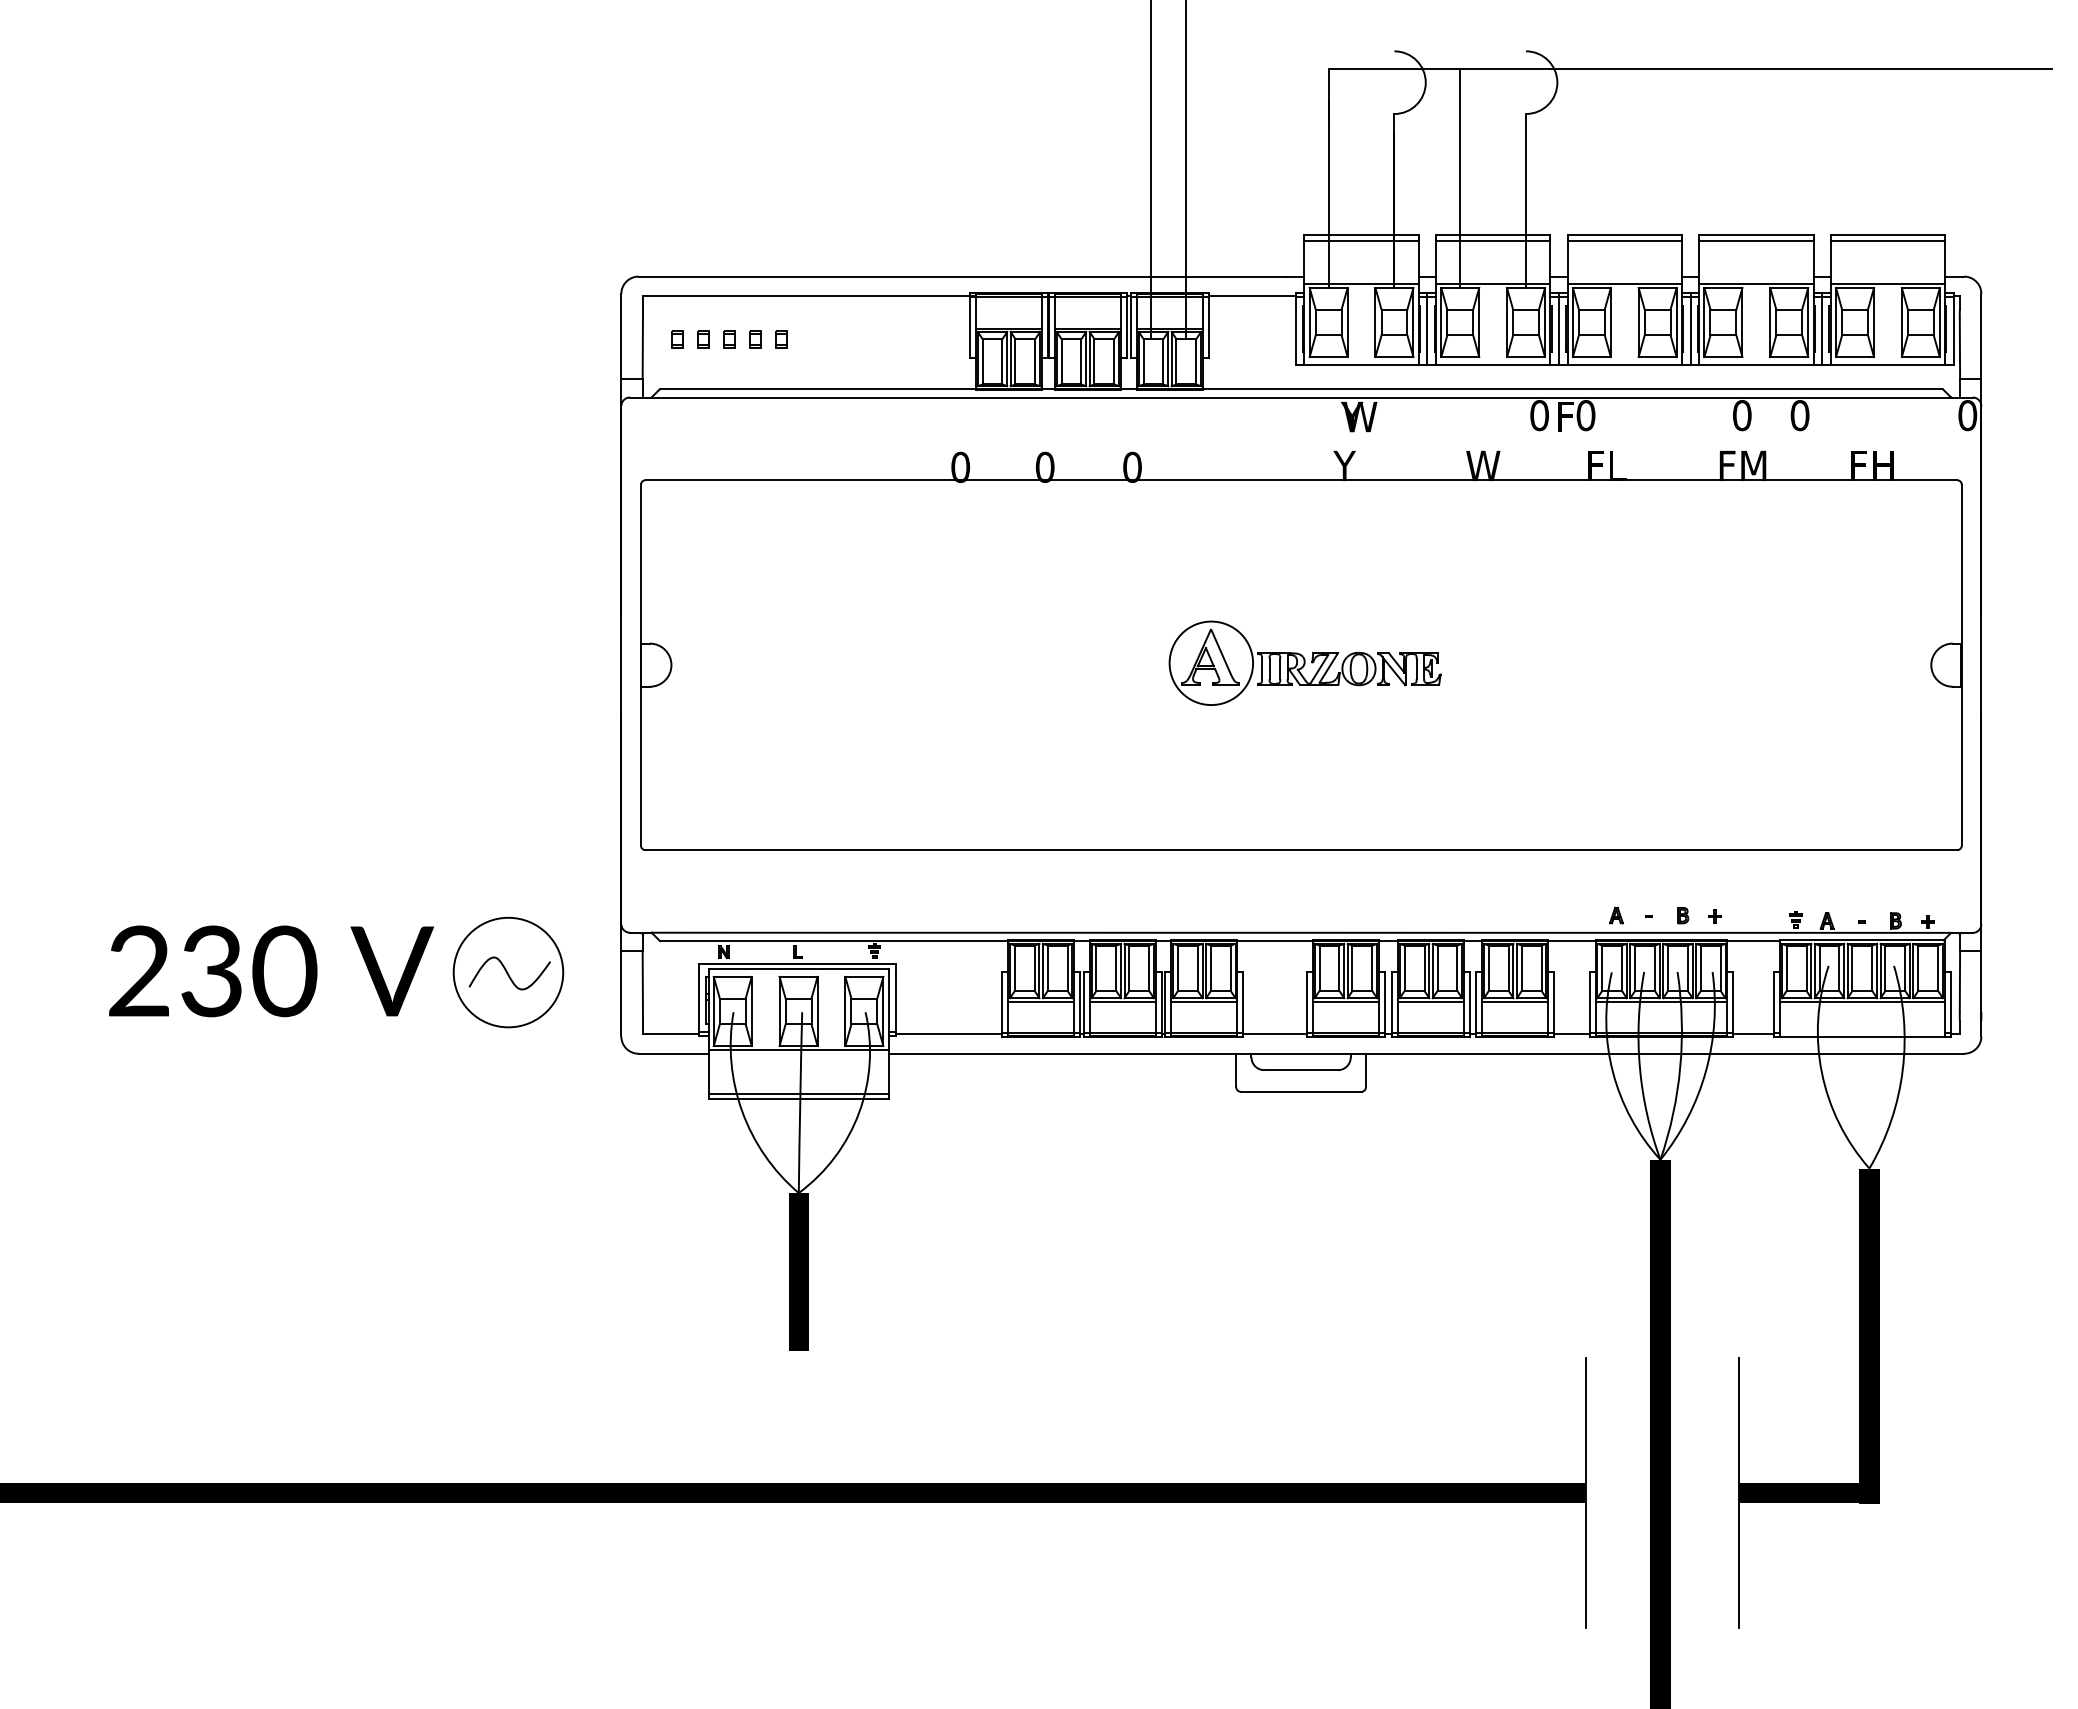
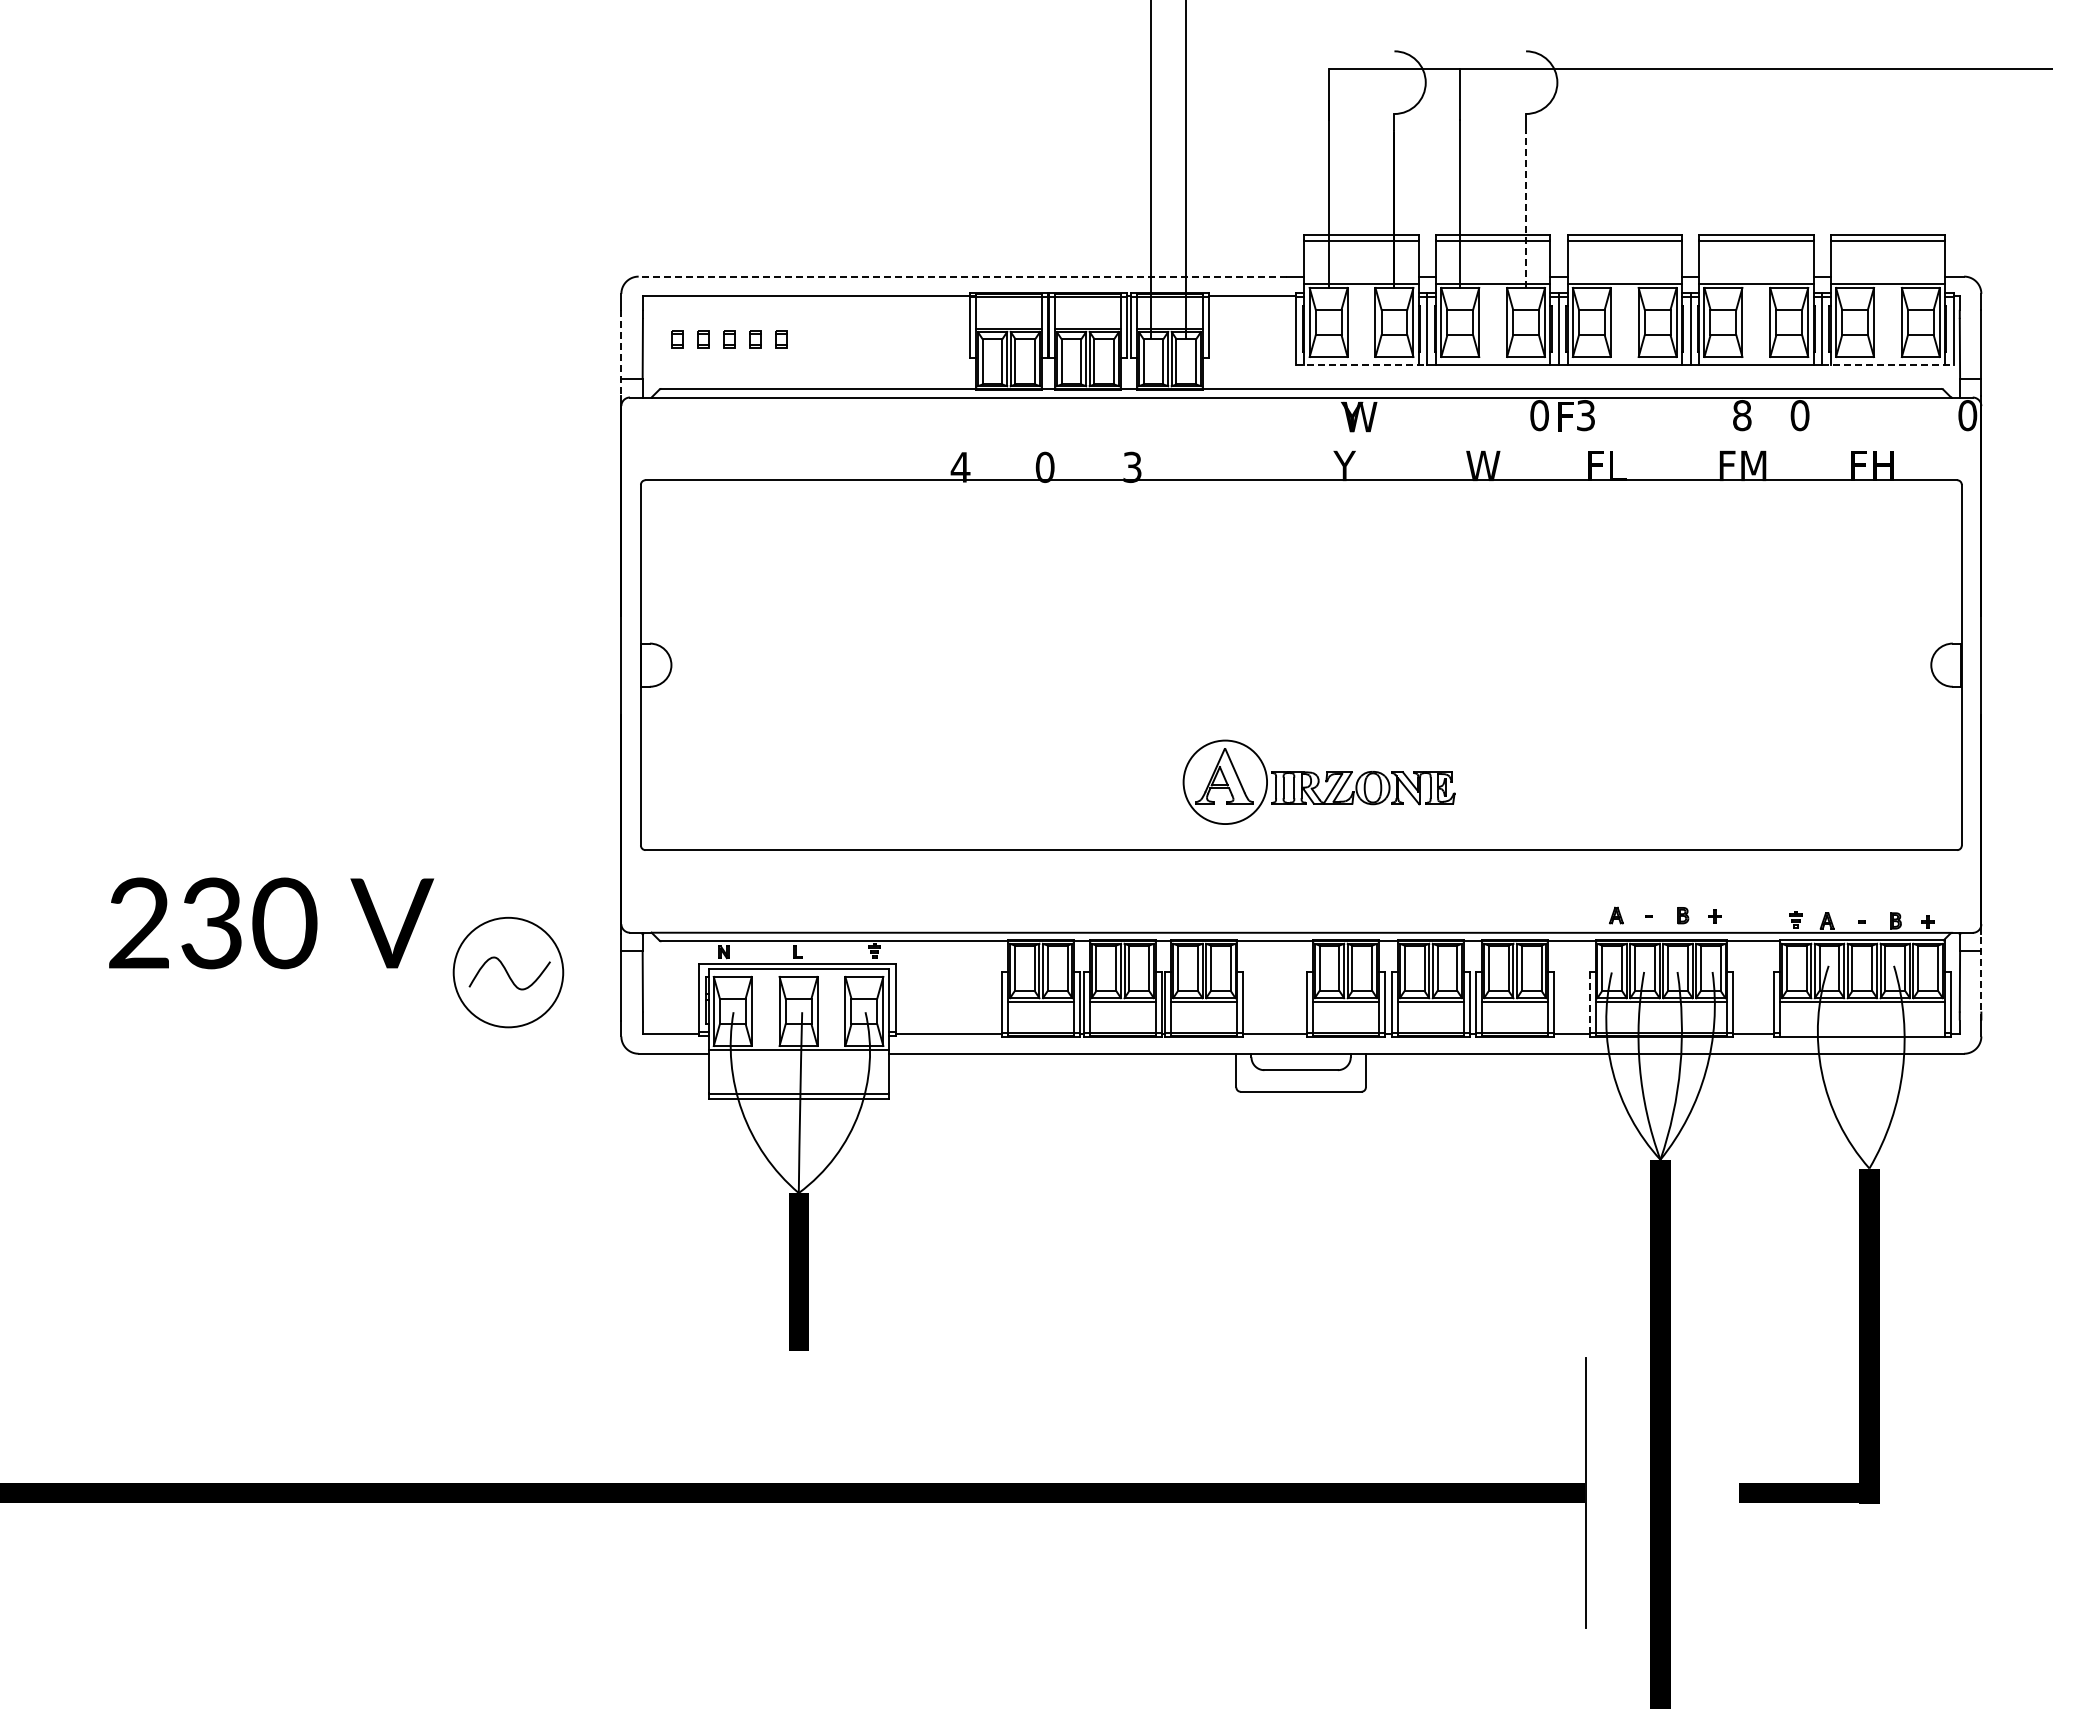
line at (1526, 210): solid -> dashed
line at (962, 276): solid -> dashed
line at (621, 353): solid -> dashed
line at (1361, 365): solid -> dashed
line at (1887, 365): solid -> dashed
text at (1585, 415): 0 -> 3
text at (1742, 415): 0 -> 8
text at (960, 466): 0 -> 4
text at (1132, 466): 0 -> 3
part at (1304, 662) position: (1304, 662) -> (1318, 781)
text at (271, 971) position: (271, 971) -> (271, 923)
line at (1981, 976): solid -> dashed
line at (1589, 1003): solid -> dashed
line at (1739, 1492): present -> none
